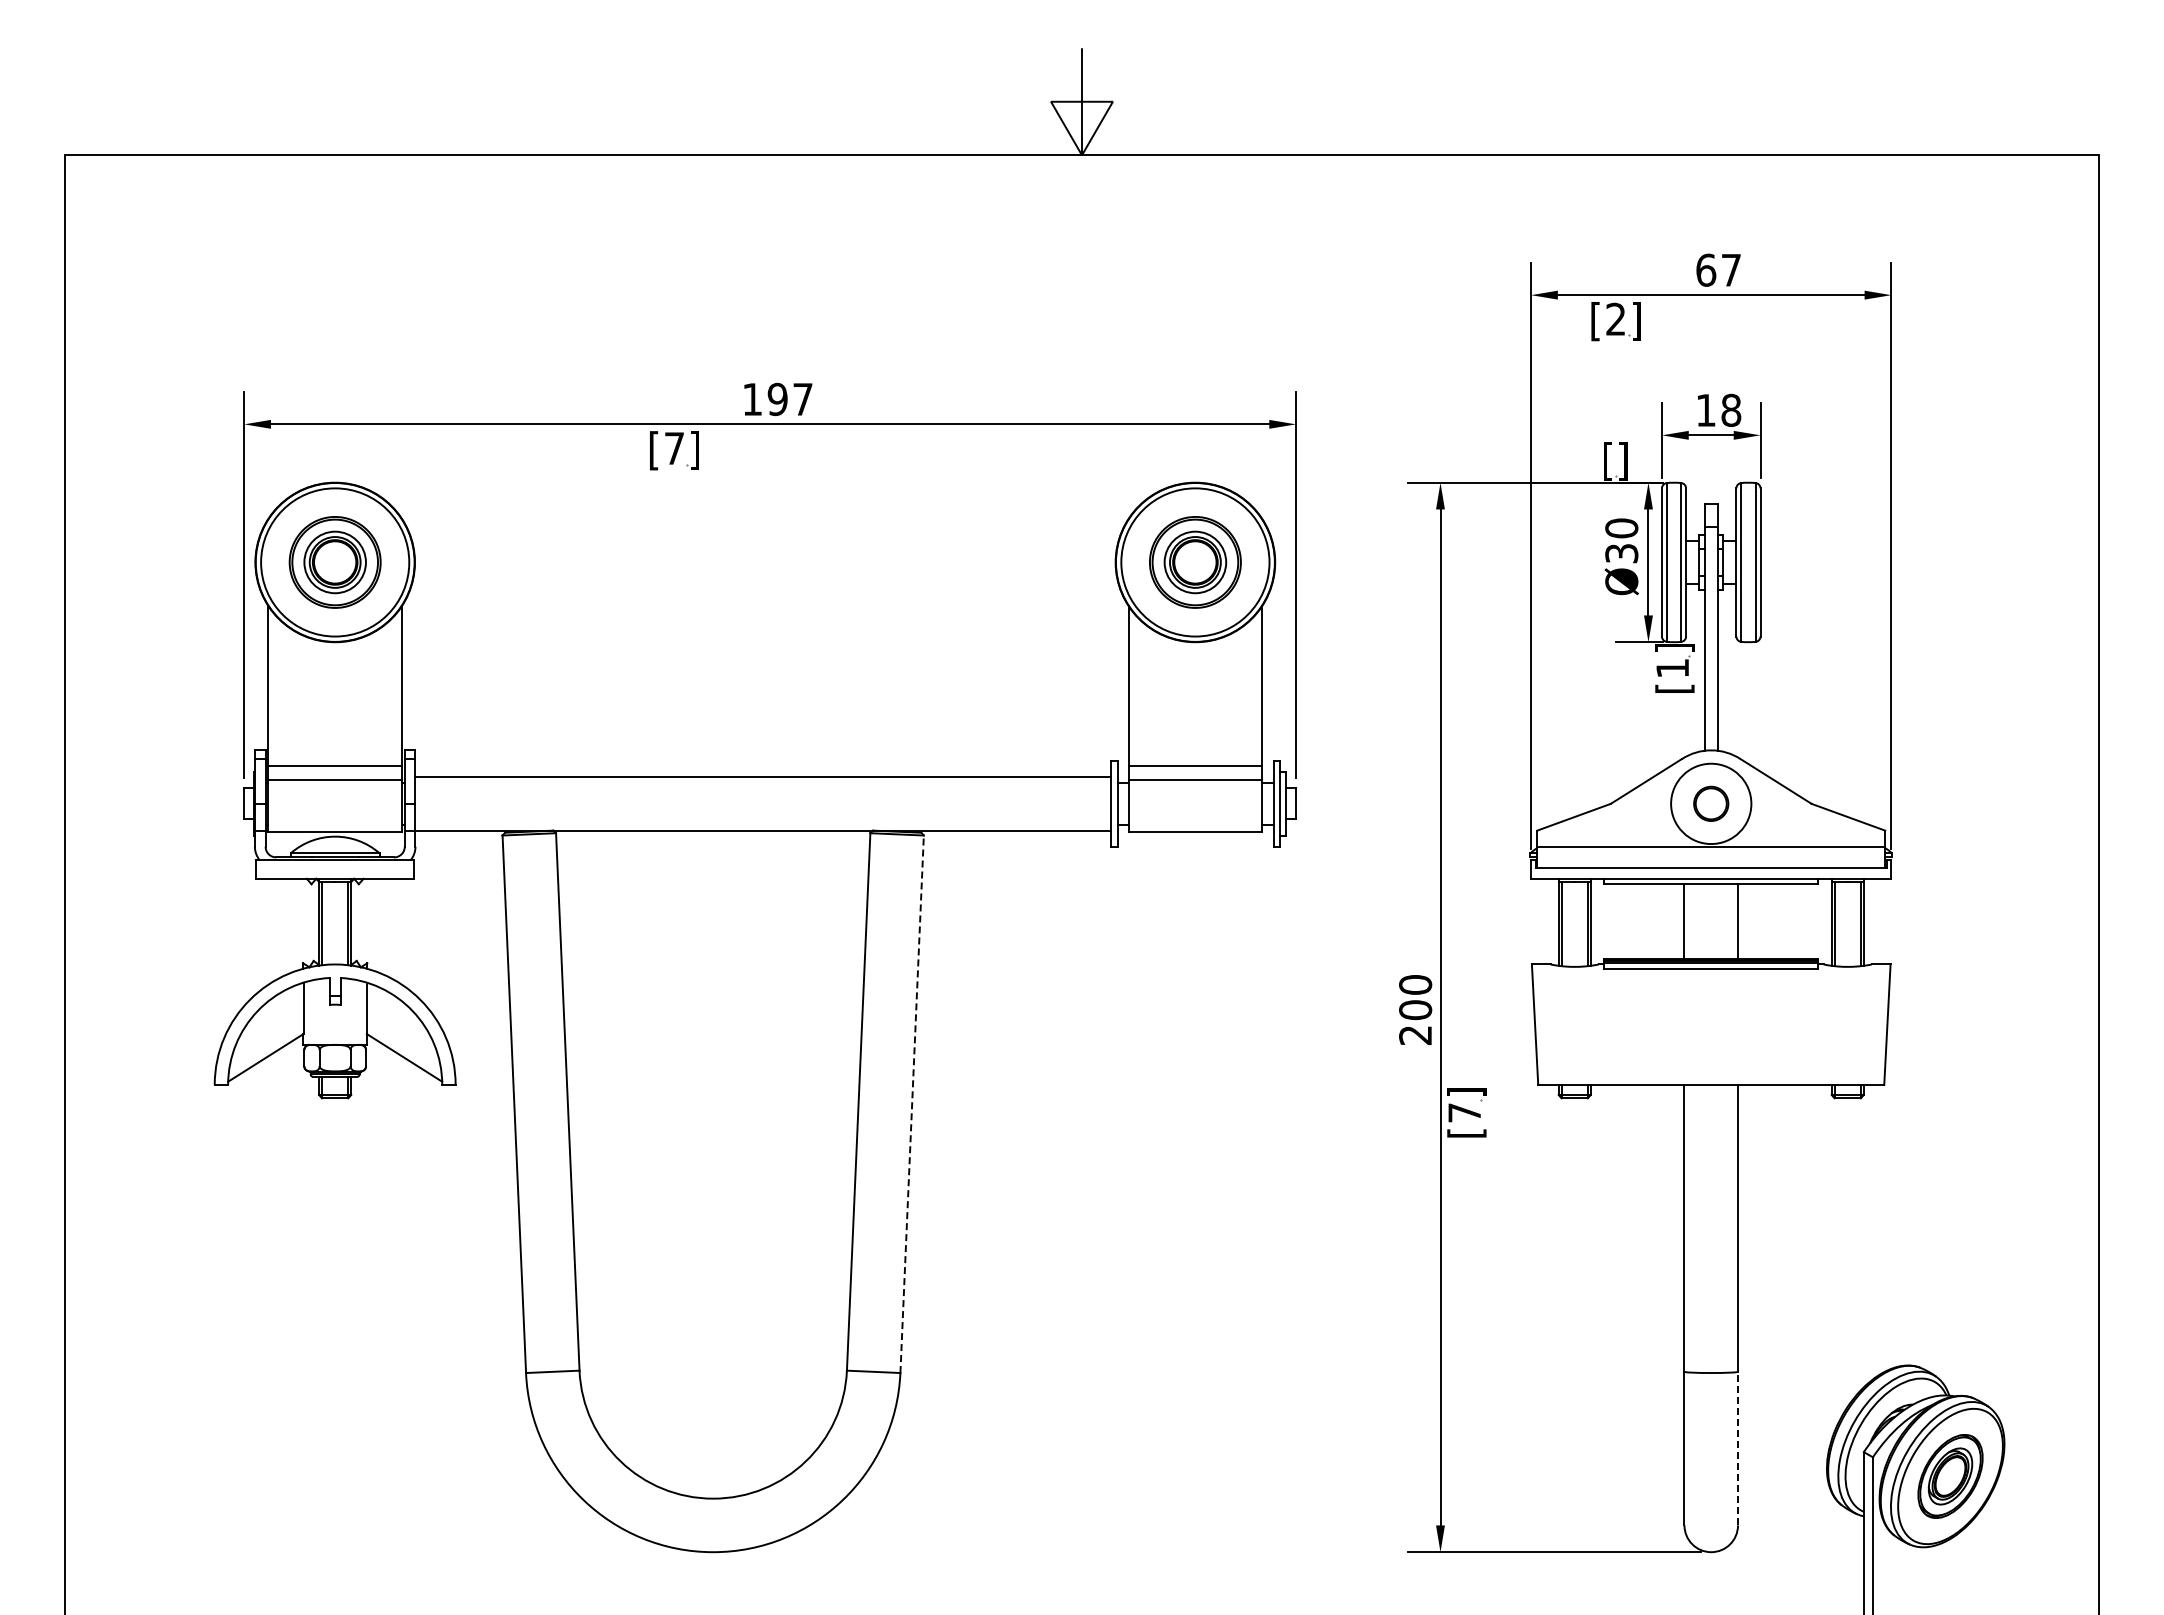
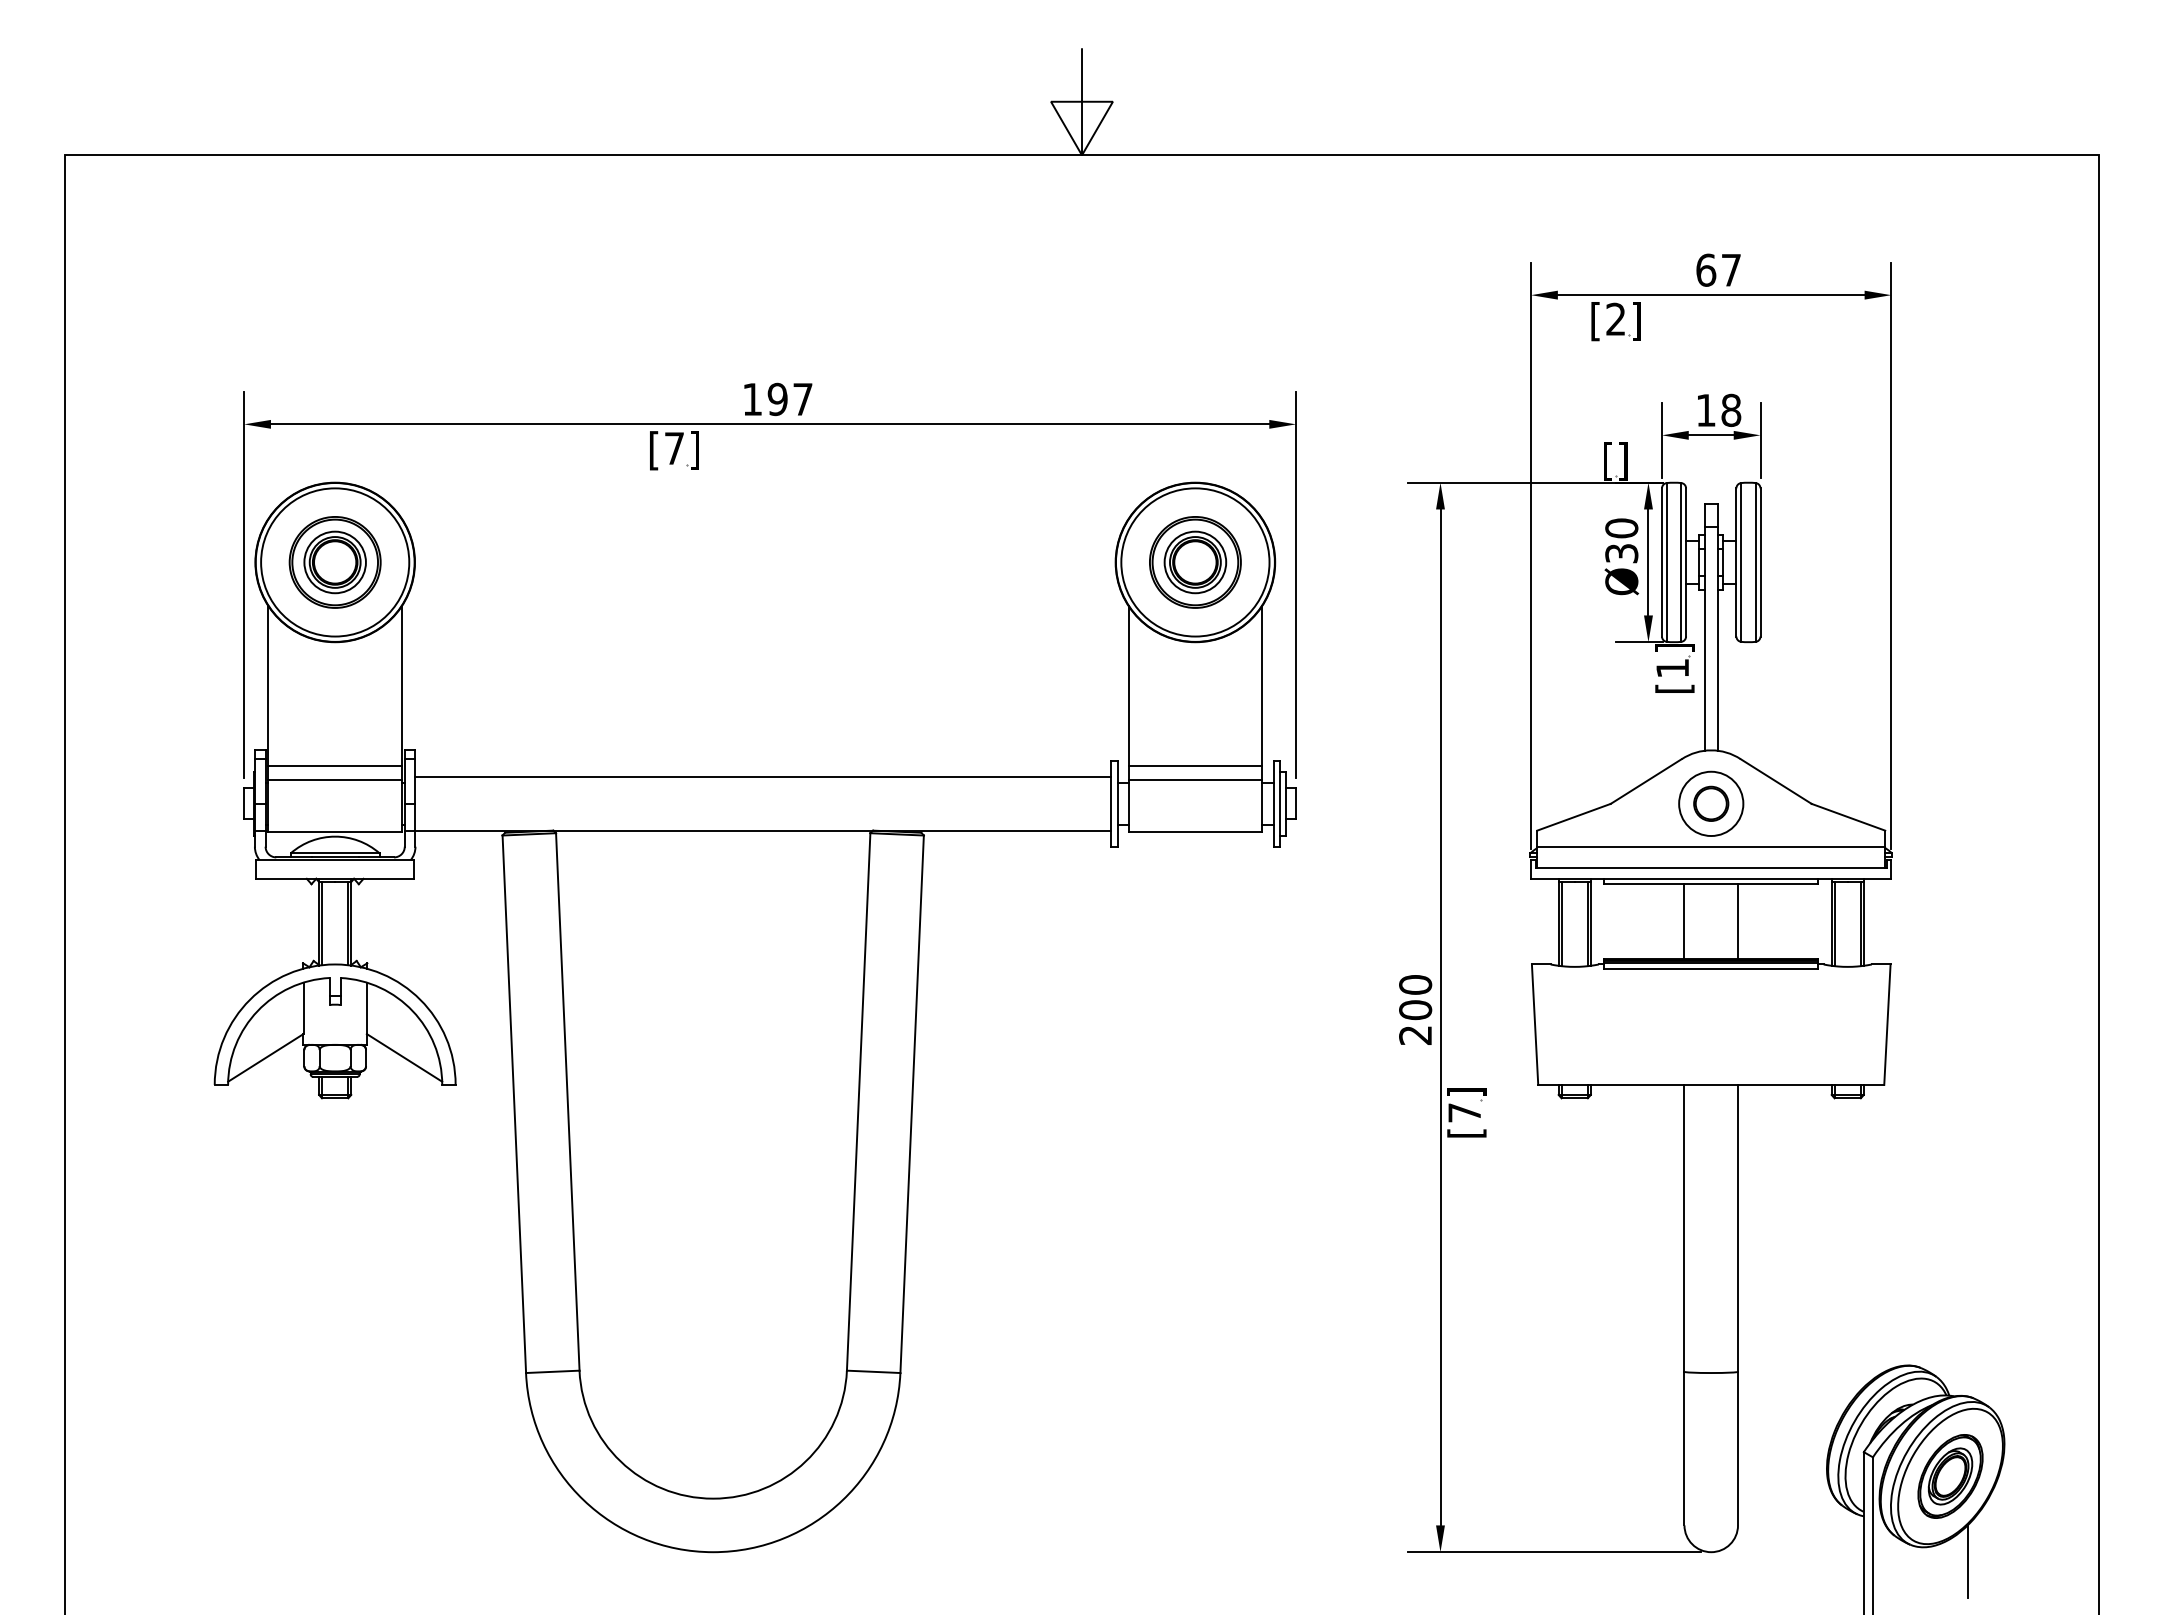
circle at (1711, 803) diameter: 80 px -> 64 px
line at (912, 1103): dashed -> solid
line at (1738, 1448): dashed -> solid
line at (1967, 1561): none -> present
